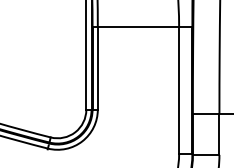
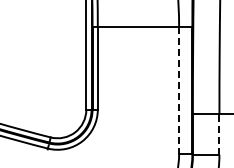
line at (179, 91): solid -> dashed
line at (219, 134): solid -> dashed
